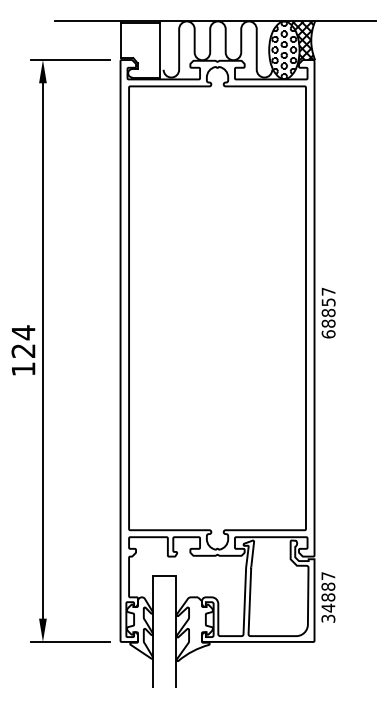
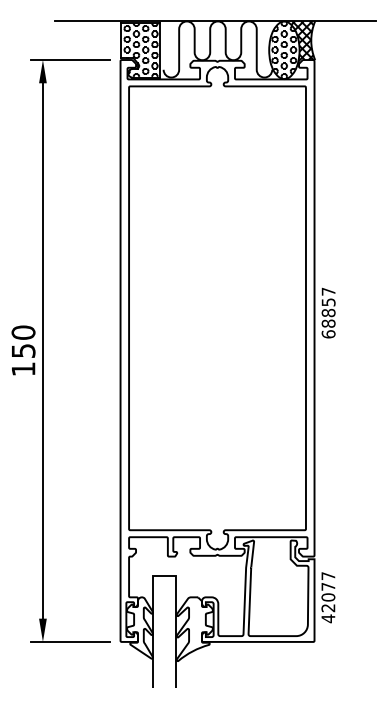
hatch at (141, 50): none -> present
text at (23, 341): 124 -> 150
text at (328, 602): 34887 -> 42077
